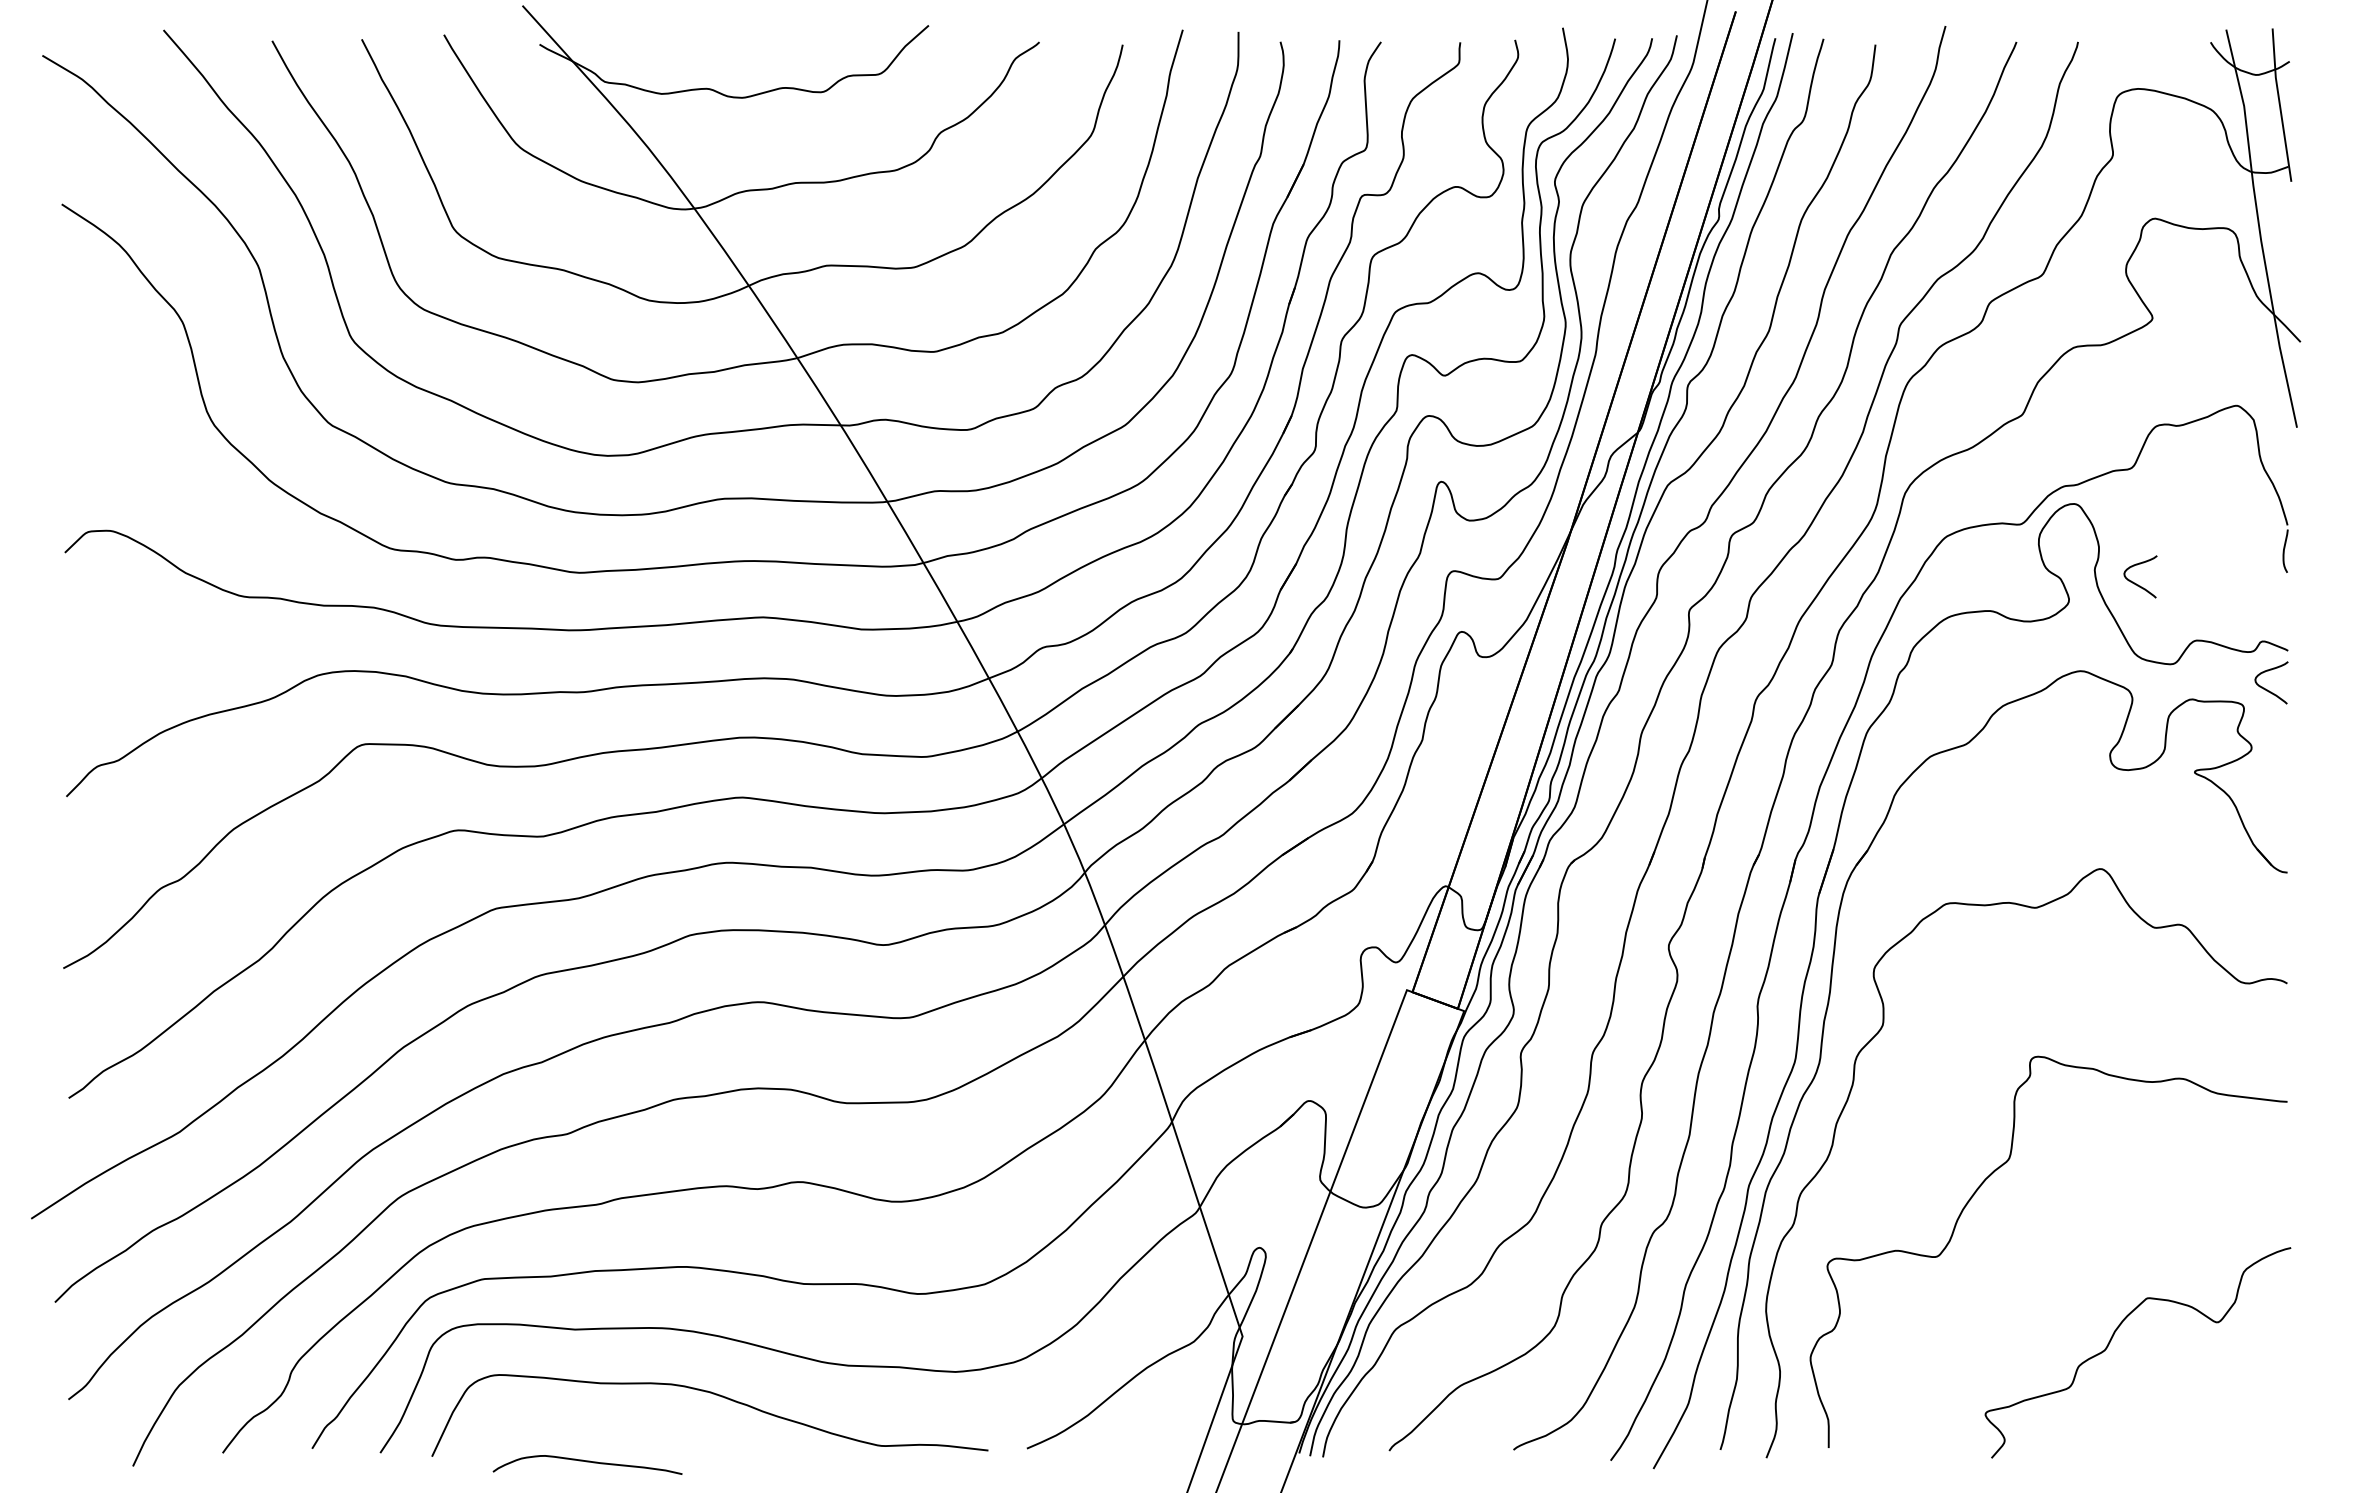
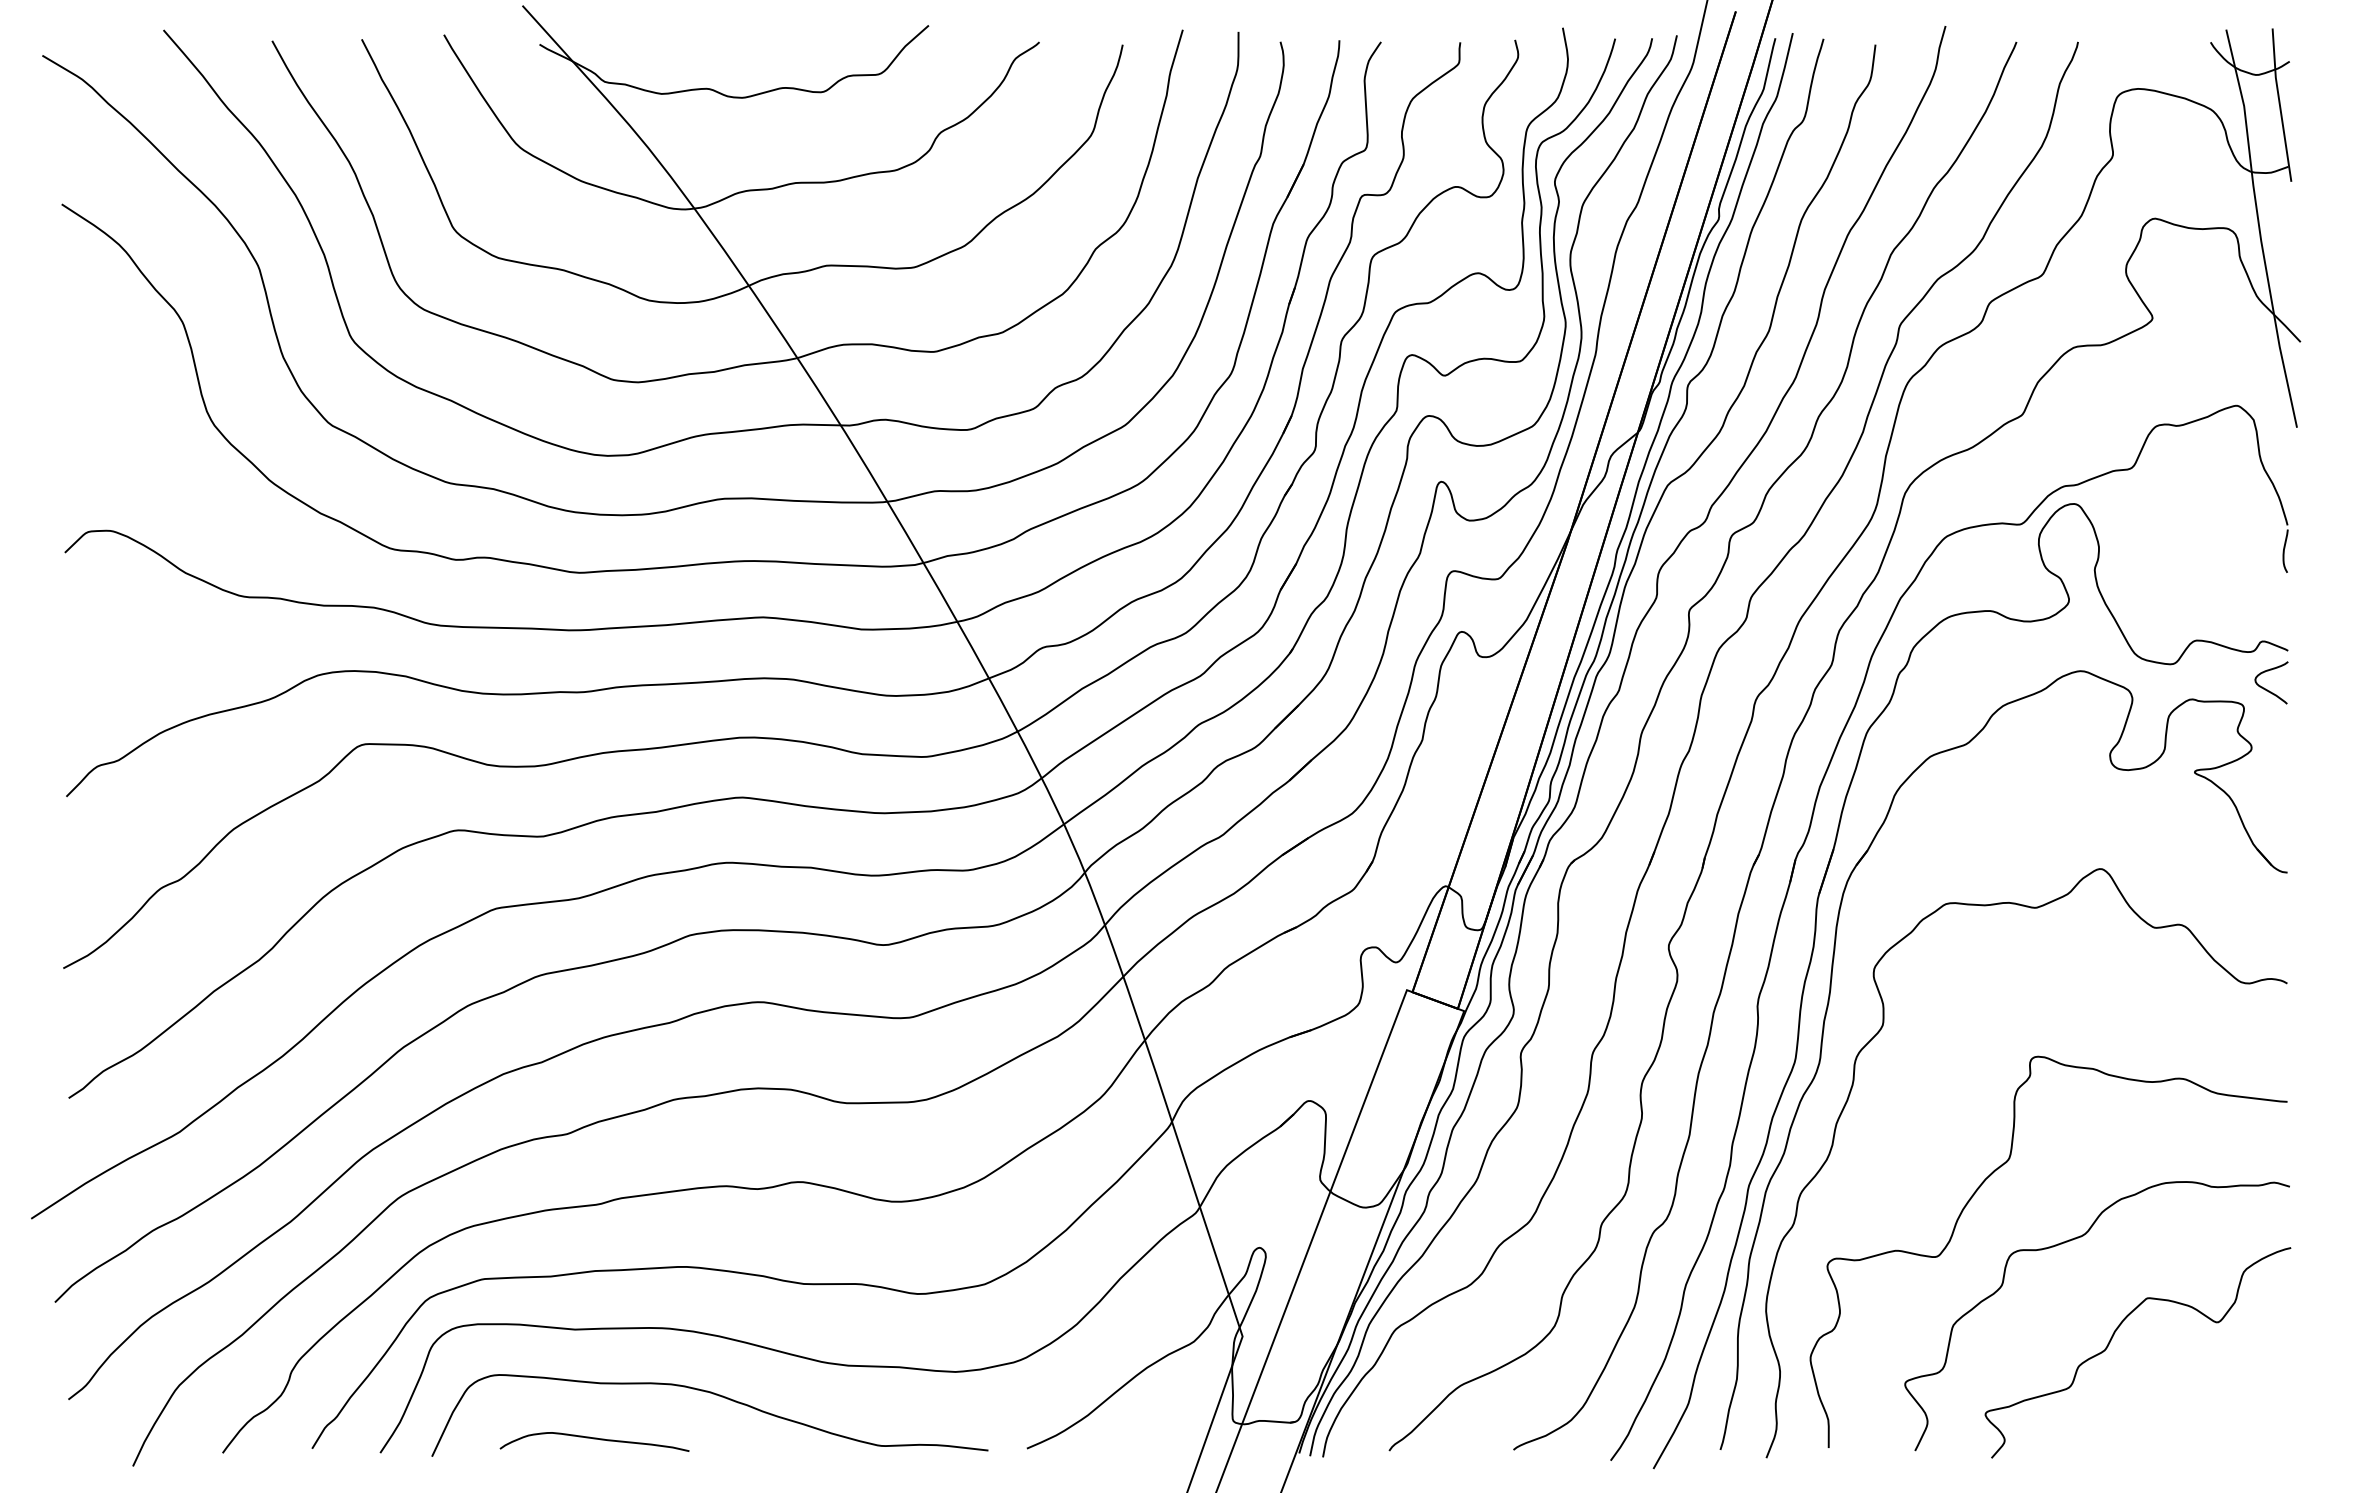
curve at (2136, 583): present -> none
curve at (2070, 1241): none -> present
curve at (587, 1462) position: (587, 1462) -> (594, 1439)
